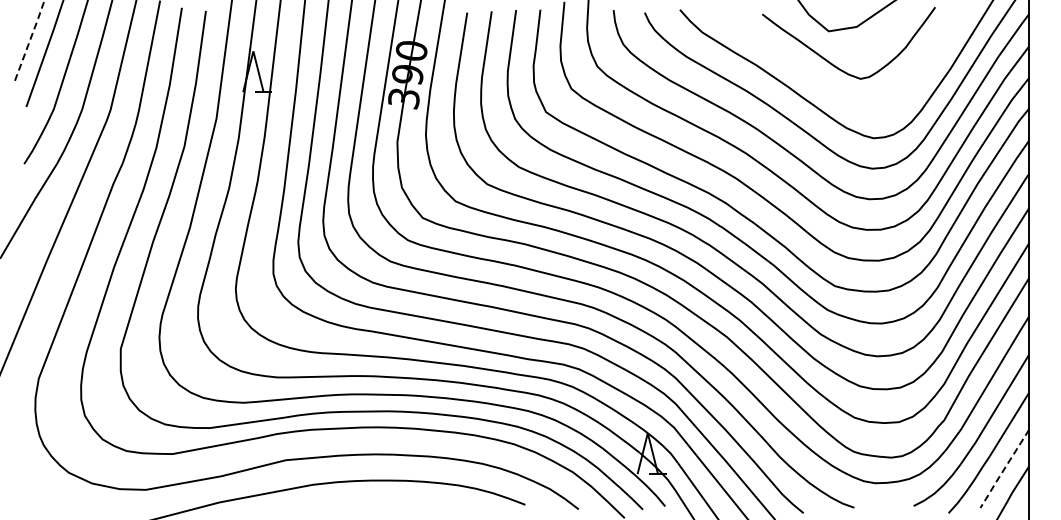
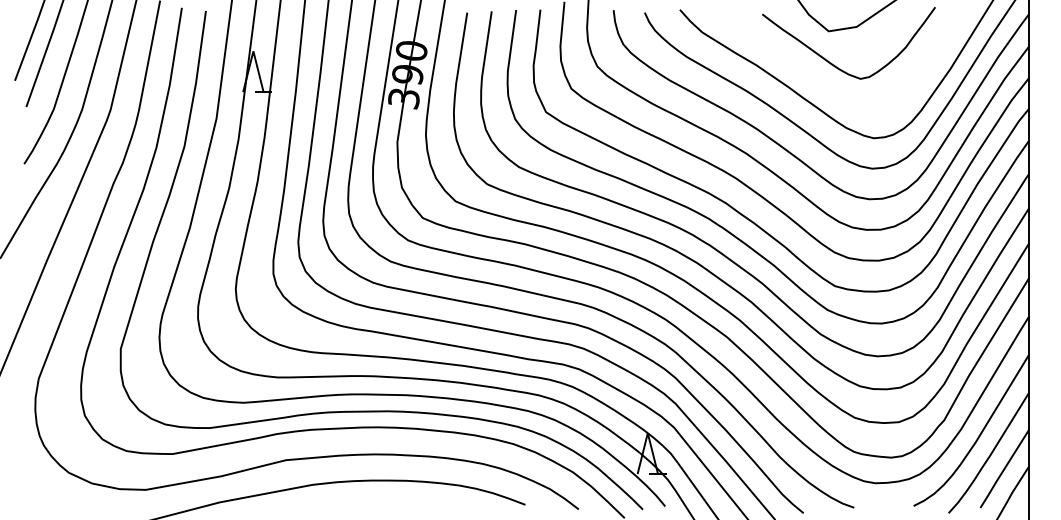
line at (30, 39): dashed -> solid
line at (1003, 470): dashed -> solid
